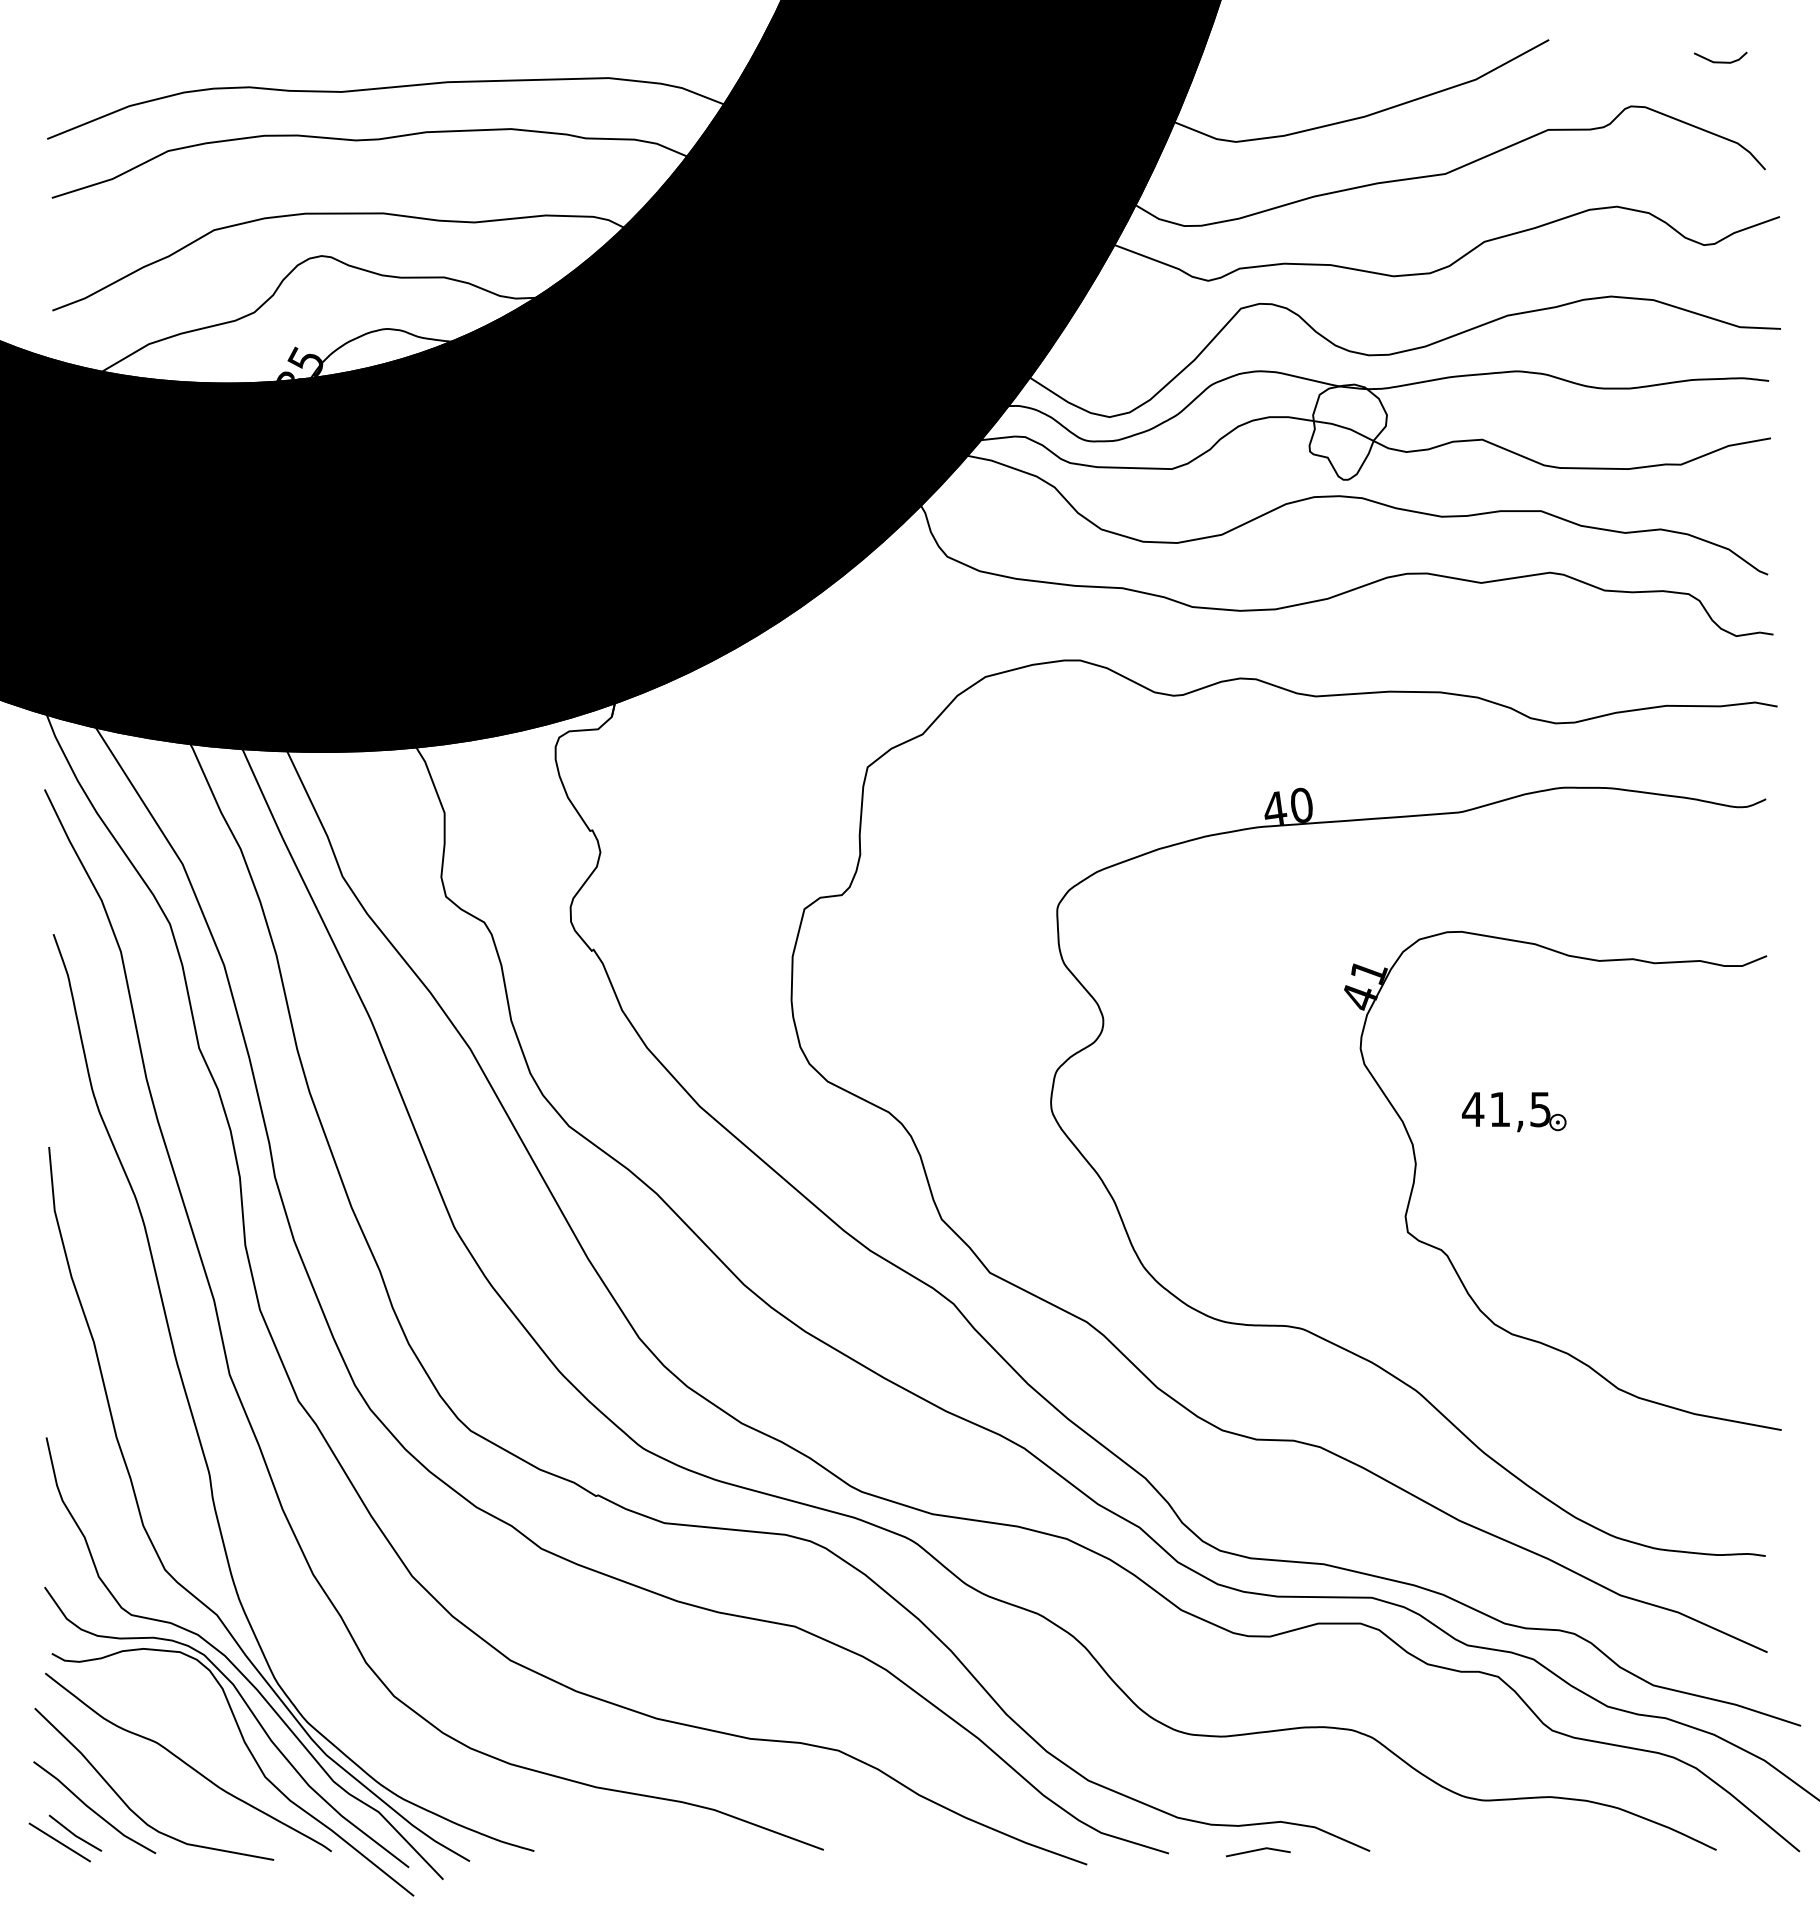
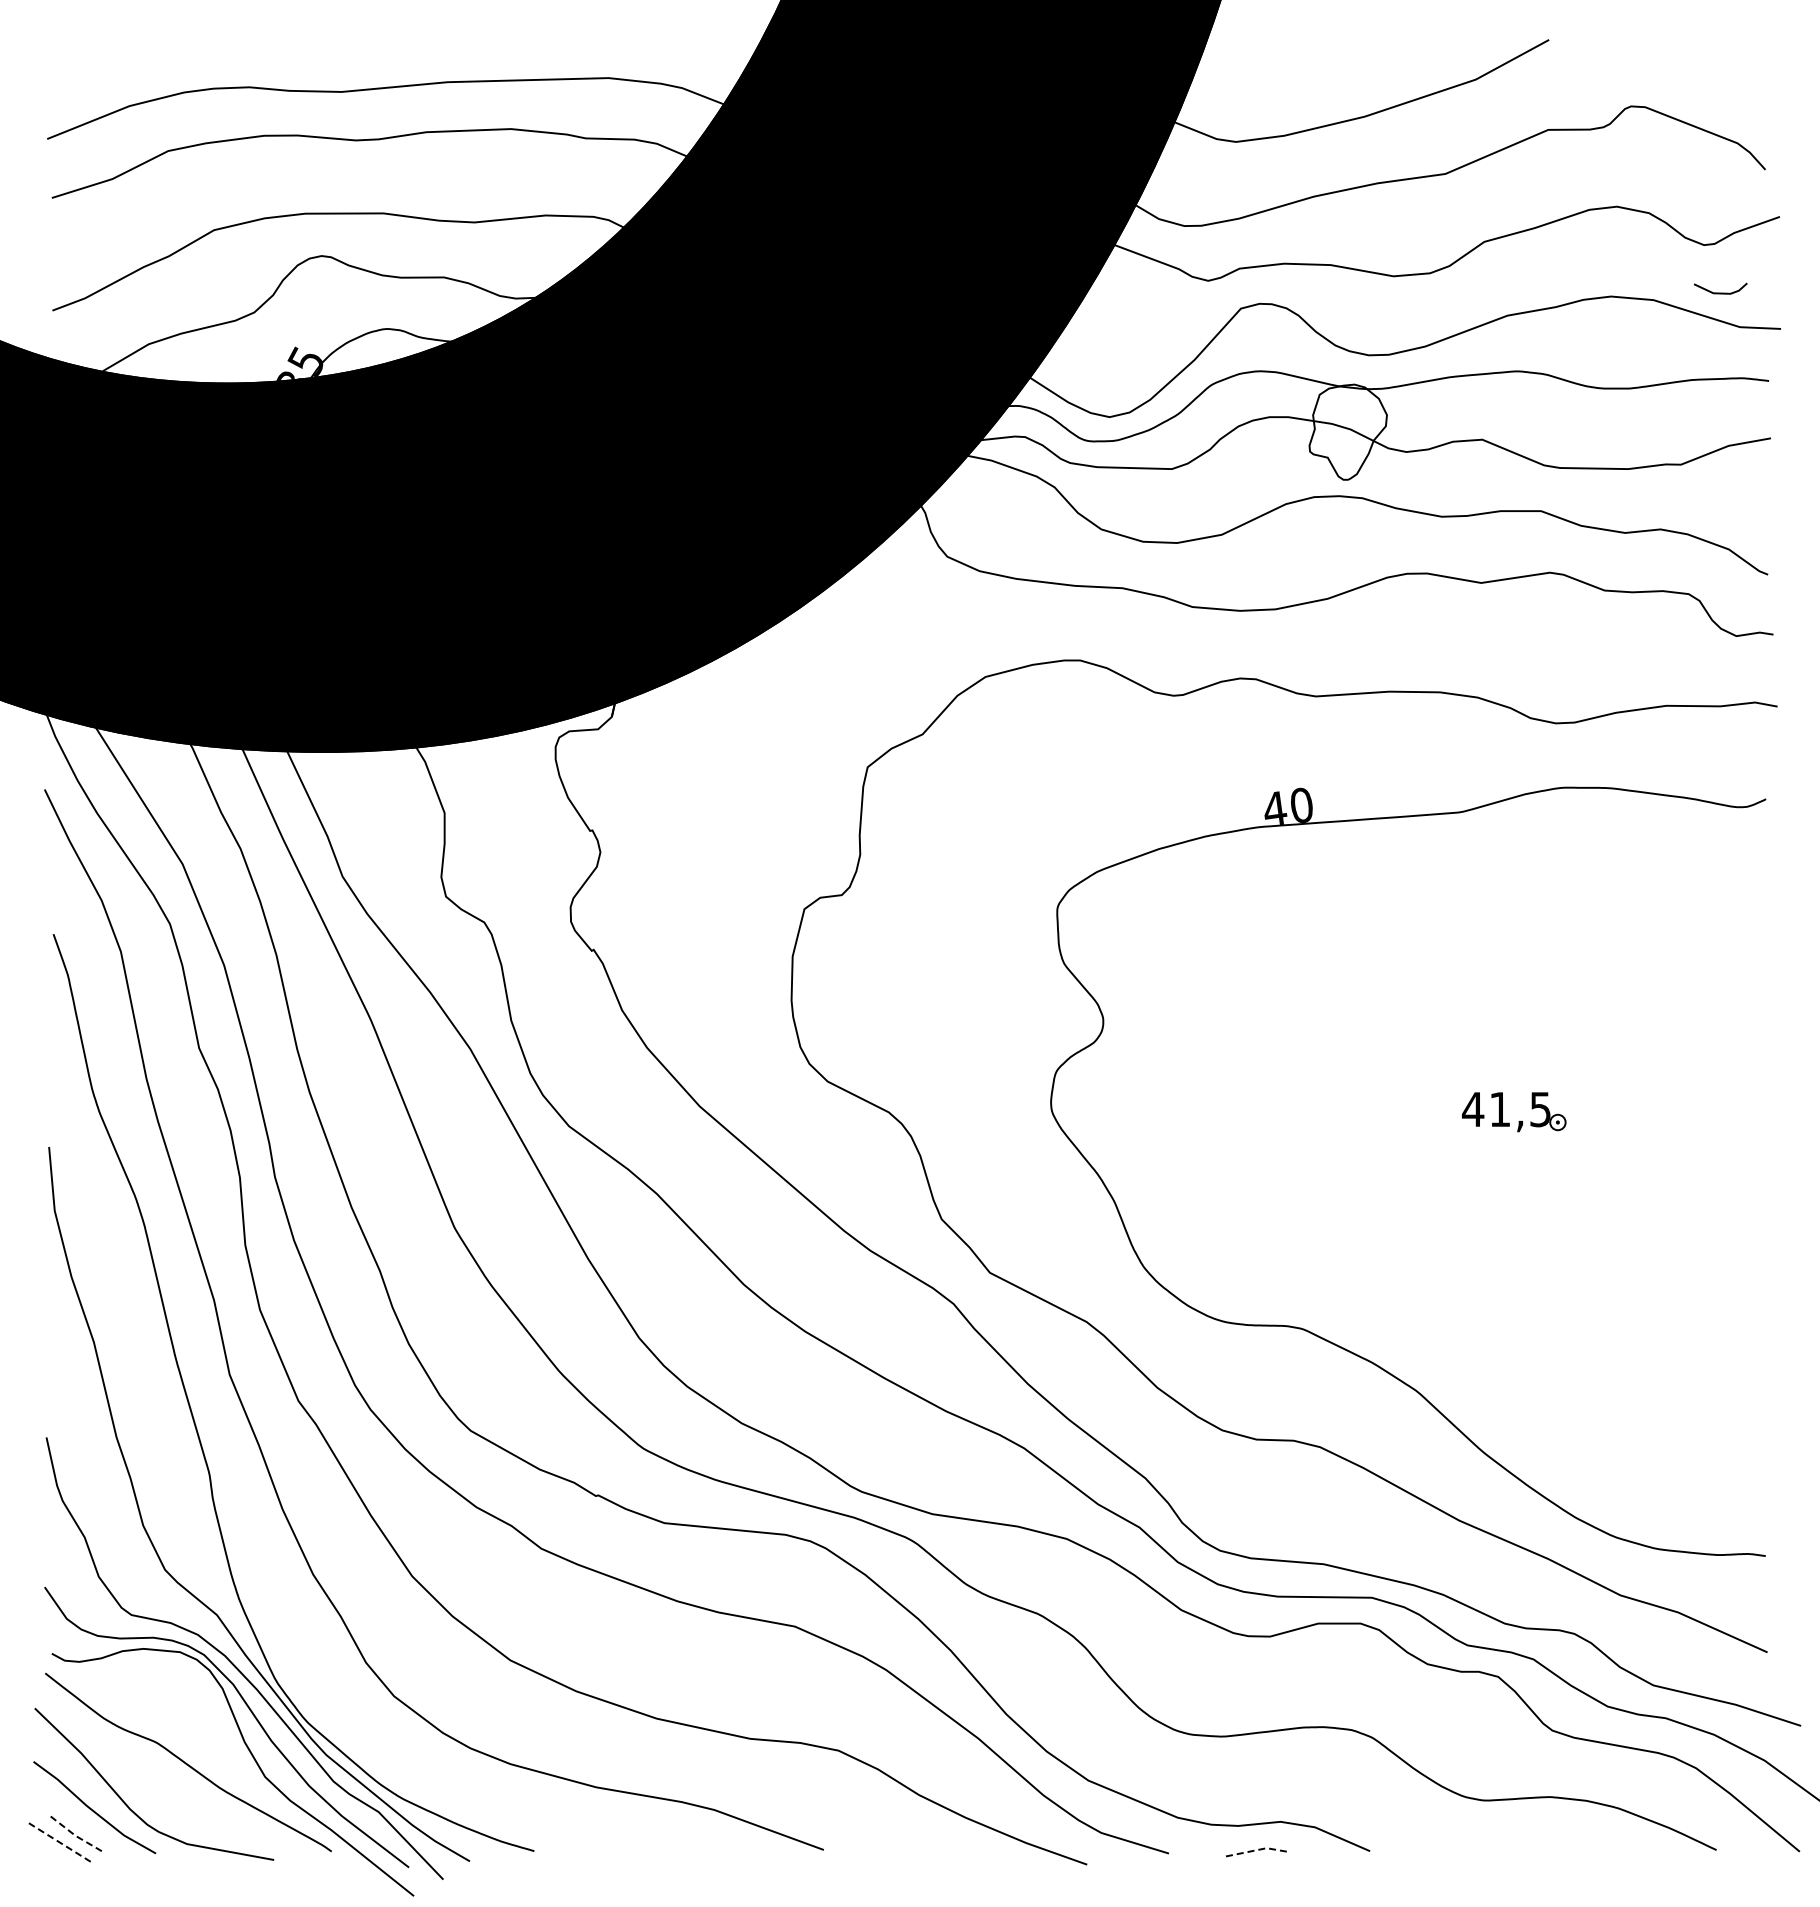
line at (1720, 61) position: (1720, 61) -> (1720, 292)
part at (1448, 1255): present -> none
line at (74, 1835): solid -> dashed
line at (59, 1842): solid -> dashed
line at (1258, 1849): solid -> dashed
